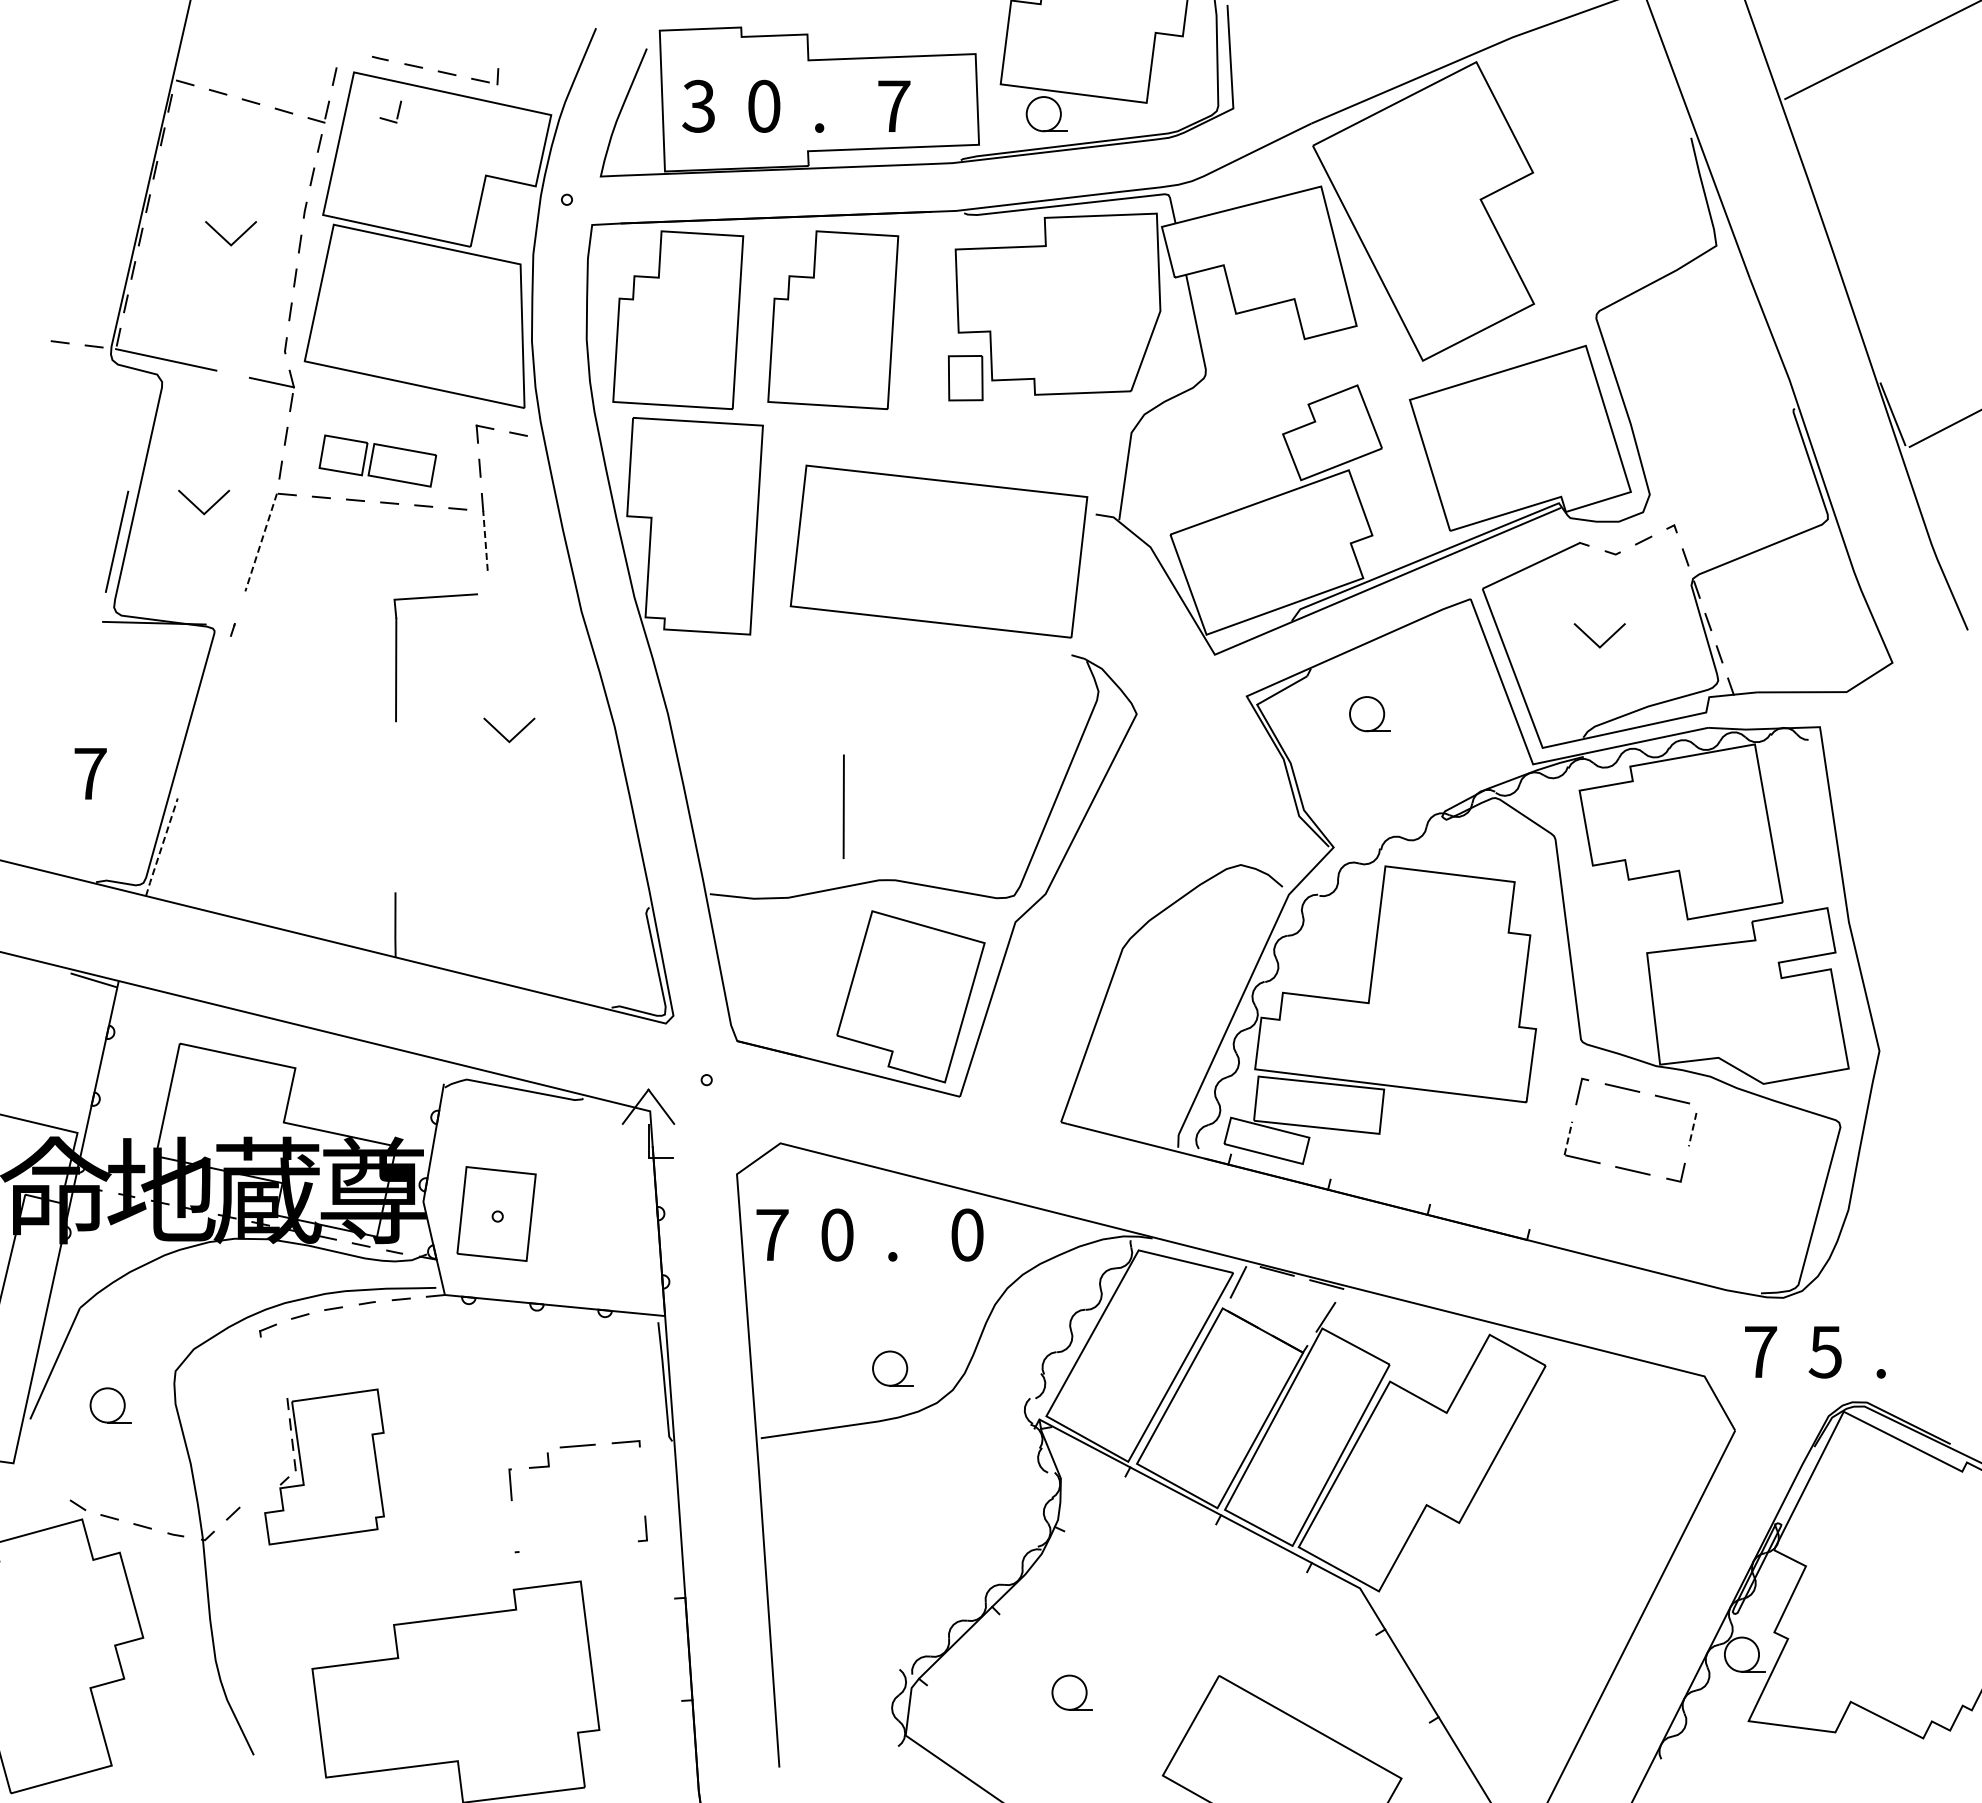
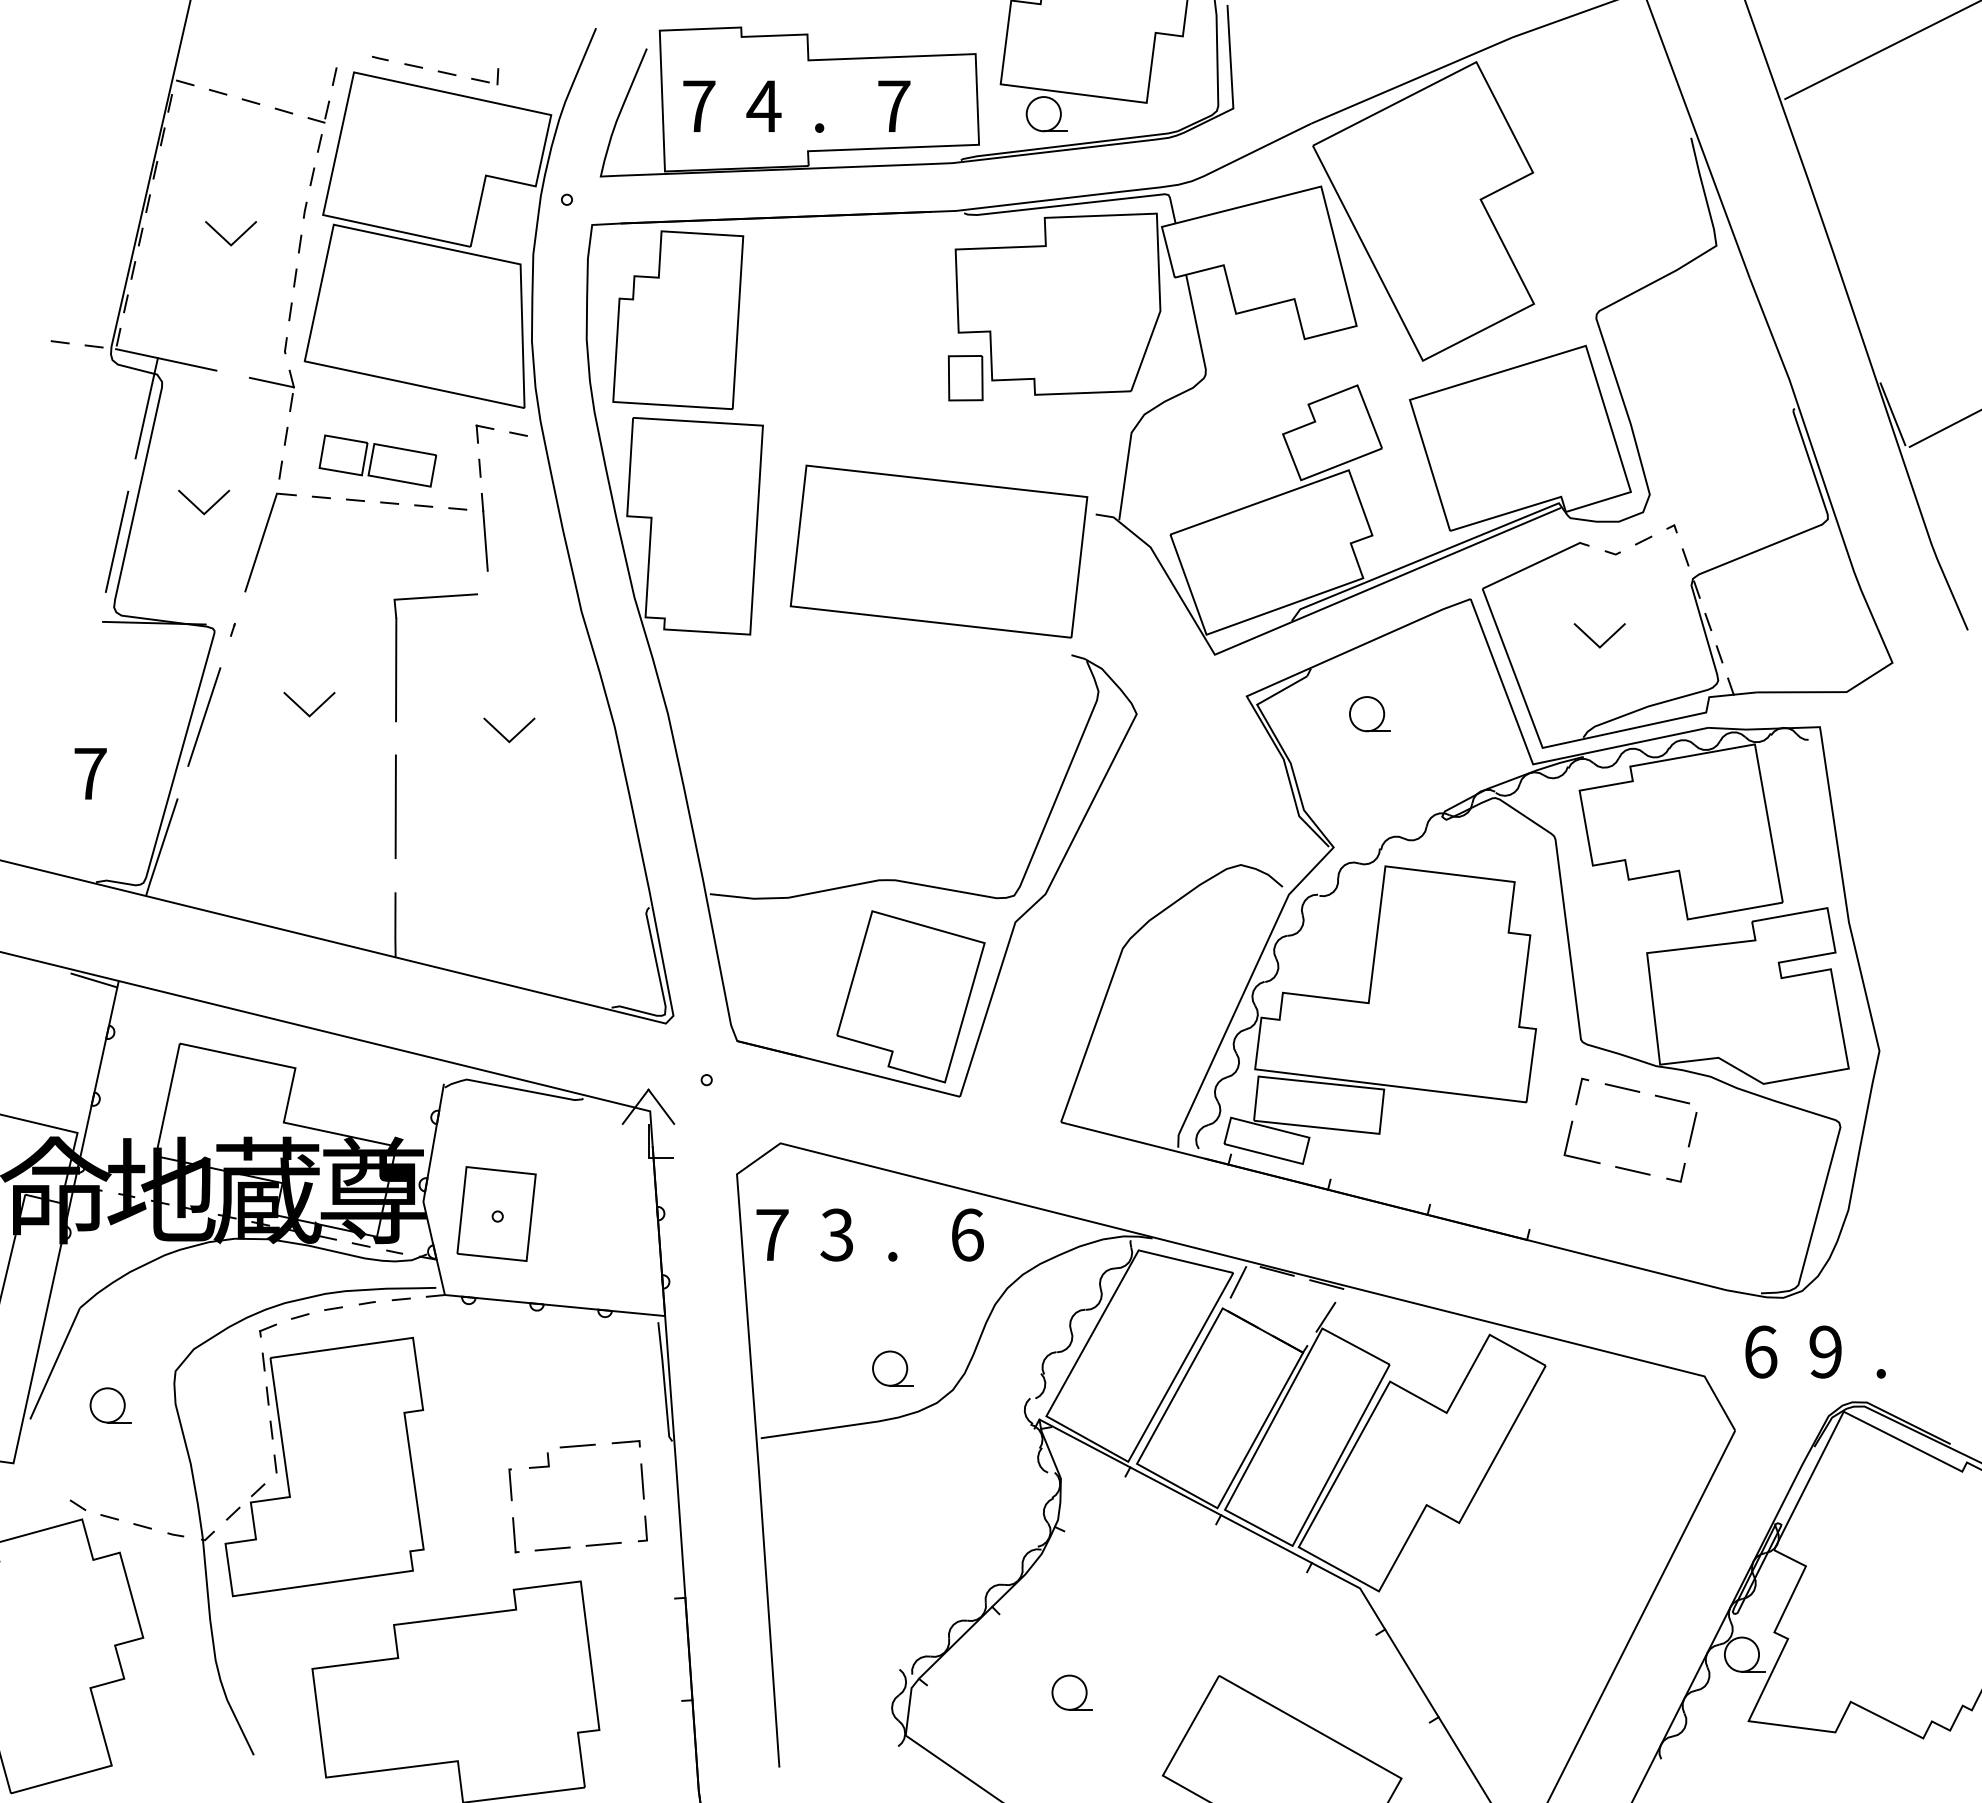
text at (698, 105): 3 -> 7
text at (763, 105): 0 -> 4
part at (397, 112): present -> none
part at (833, 319): present -> none
line at (146, 408): none -> present
line at (485, 540): dashed -> solid
line at (261, 543): dashed -> solid
line at (303, 709): none -> present
line at (204, 716): none -> present
line at (843, 806) position: (843, 806) -> (395, 806)
line at (161, 847): dashed -> solid
line at (1692, 1130): dashed -> solid
line at (1568, 1137): dashed -> solid
text at (836, 1234): 0 -> 3
text at (967, 1234): 0 -> 6
text at (1761, 1351): 7 -> 6
text at (1824, 1351): 5 -> 9
part at (324, 1466) size: 121x158 px -> 201x262 px
line at (642, 1481): none -> present
line at (514, 1535): none -> present
line at (603, 1543): none -> present
line at (552, 1548): none -> present
